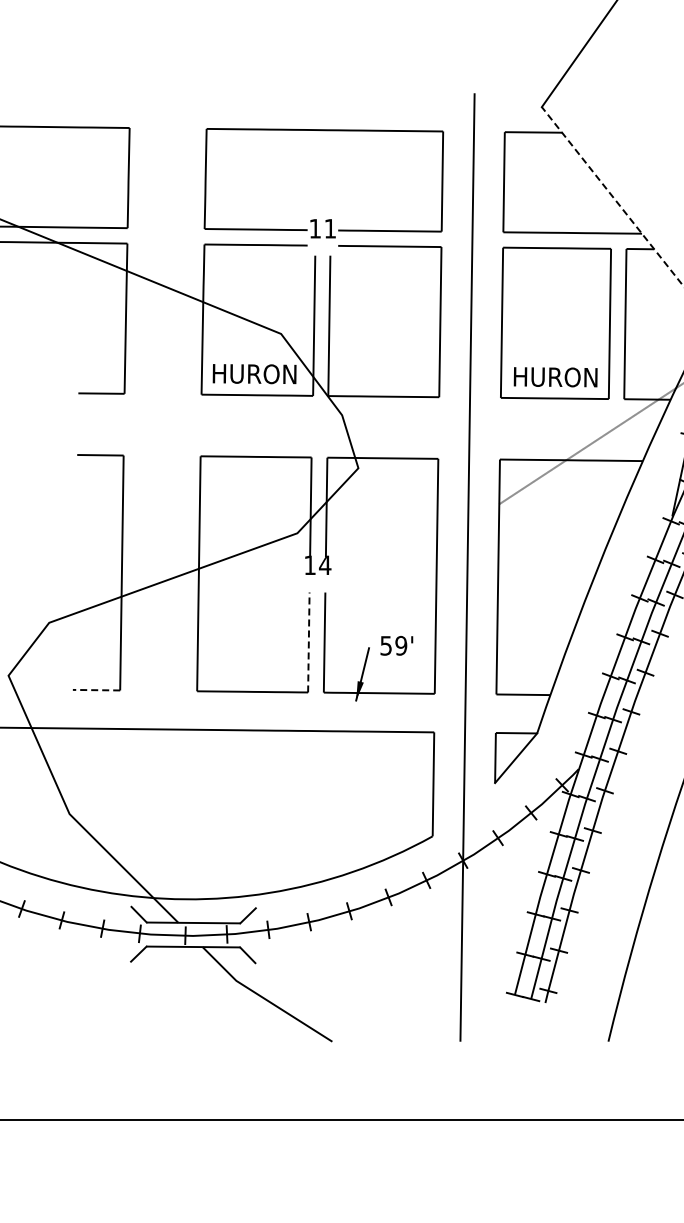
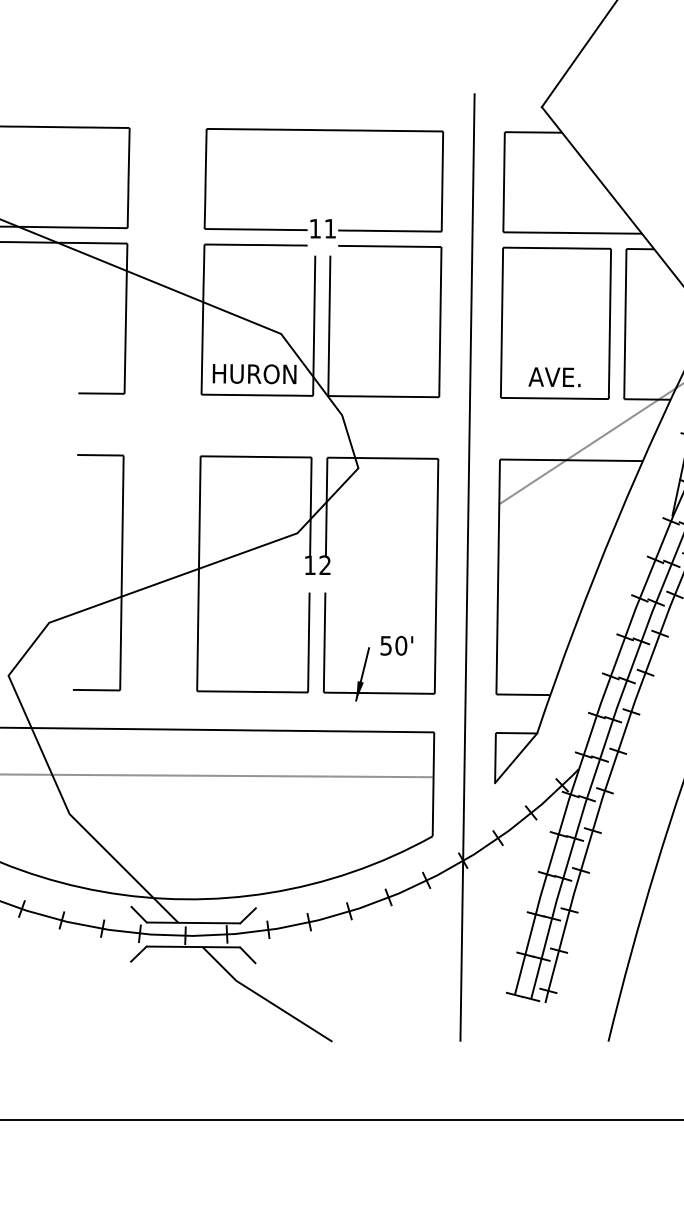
line at (612, 196): dashed -> solid
text at (555, 377): HURON -> AVE.
text at (325, 564): 14 -> 12
line at (308, 642): dashed -> solid
text at (401, 645): 59' -> 50'
line at (96, 690): dashed -> solid
line at (217, 775): none -> present
